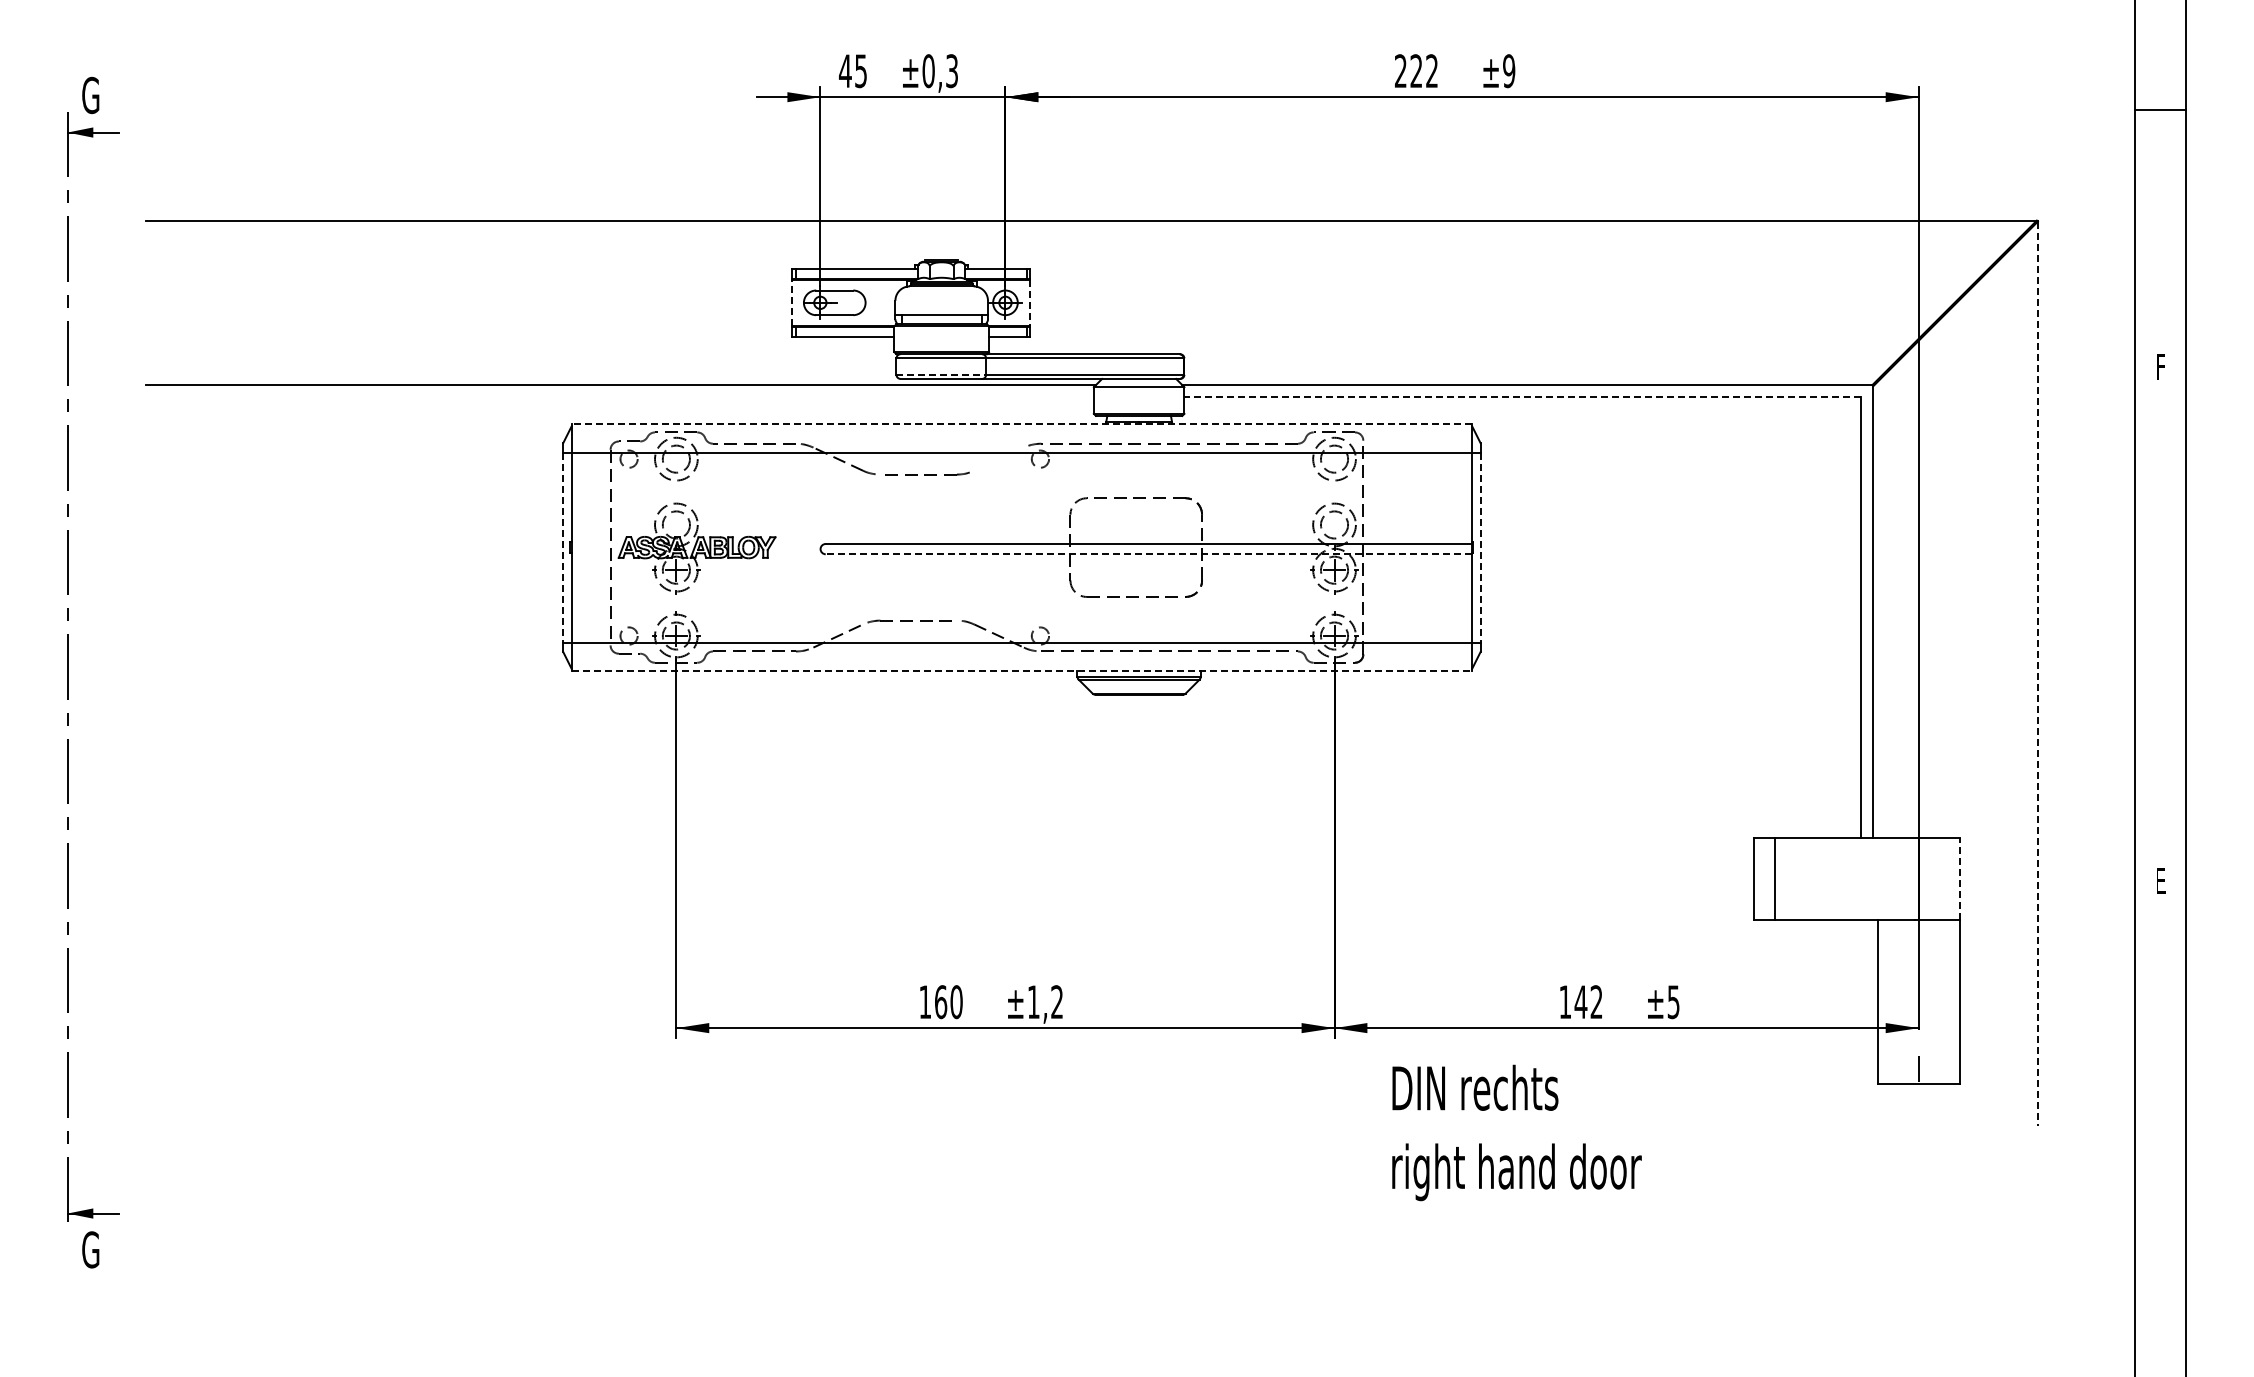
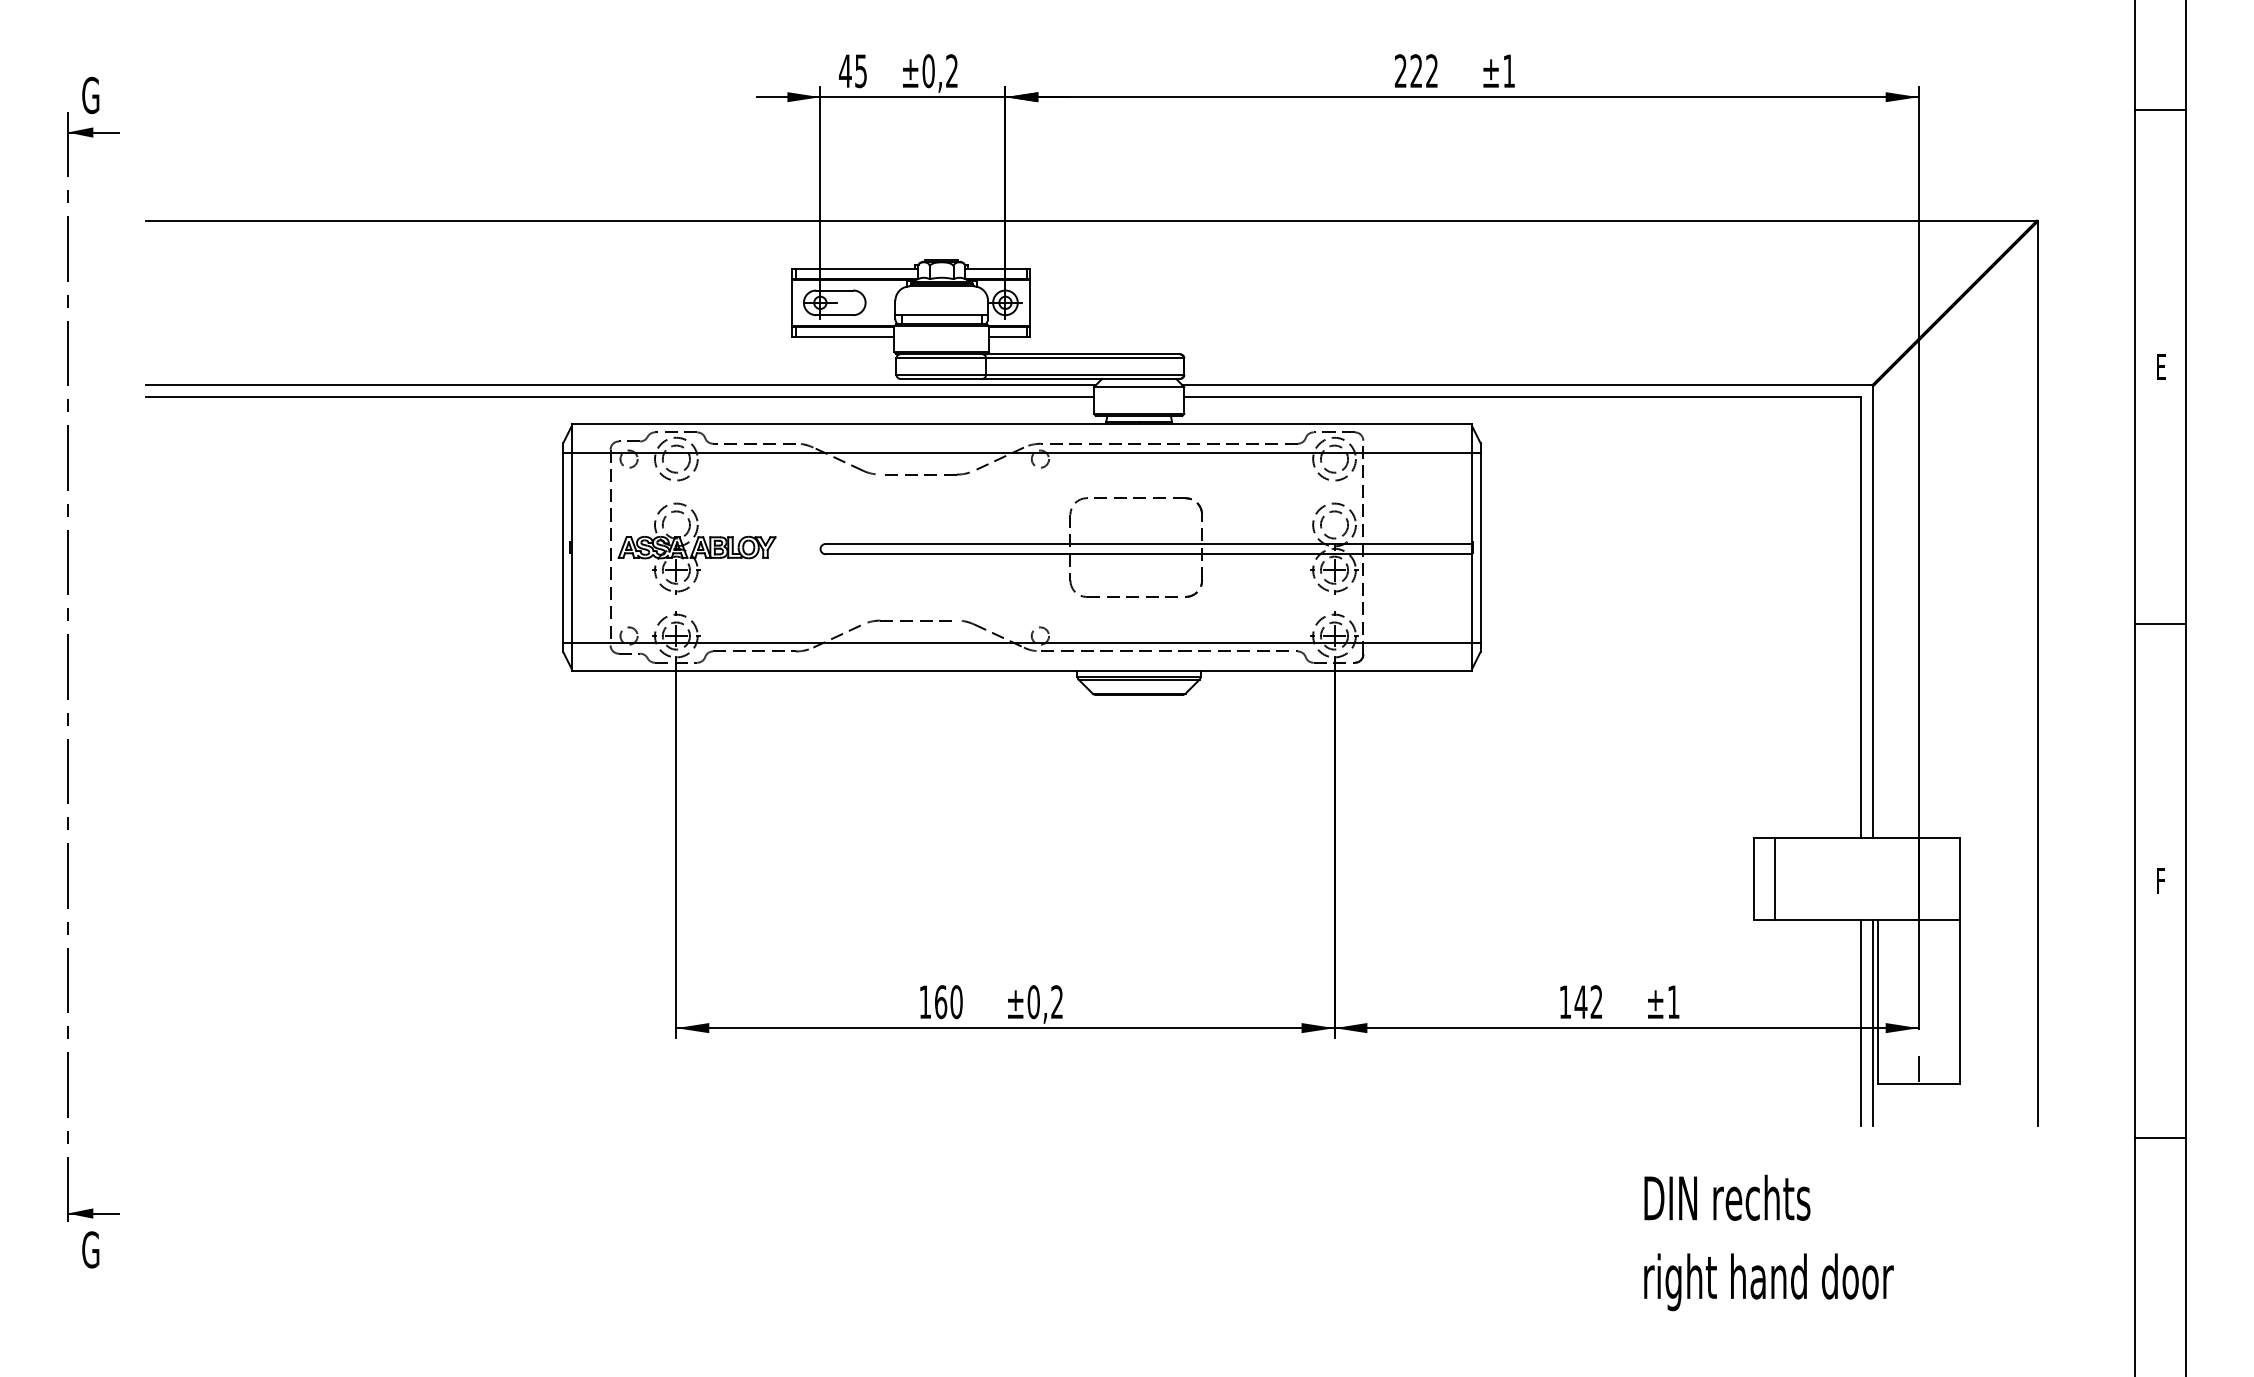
text at (951, 71): ±0,3 -> ±0,2
text at (1509, 71): ±9 -> ±1
line at (791, 302): dashed -> solid
line at (1030, 303): dashed -> solid
text at (2162, 366): F -> E
line at (941, 374): dashed -> solid
line at (619, 397): none -> present
line at (1522, 397): dashed -> solid
line at (1021, 423): dashed -> solid
line at (998, 458): none -> present
line at (563, 548): dashed -> solid
line at (1480, 548): dashed -> solid
line at (1148, 554): dashed -> solid
line at (2160, 624): none -> present
line at (1022, 671): dashed -> solid
line at (2037, 673): dashed -> solid
line at (1959, 878): dashed -> solid
text at (2161, 882): E -> F
text at (1033, 1002): ±1,2 -> ±0,2
text at (1673, 1002): ±5 -> ±1
line at (1861, 1022): none -> present
line at (1873, 1022): none -> present
text at (1516, 1132) position: (1516, 1132) -> (1768, 1242)
line at (2160, 1138): none -> present
